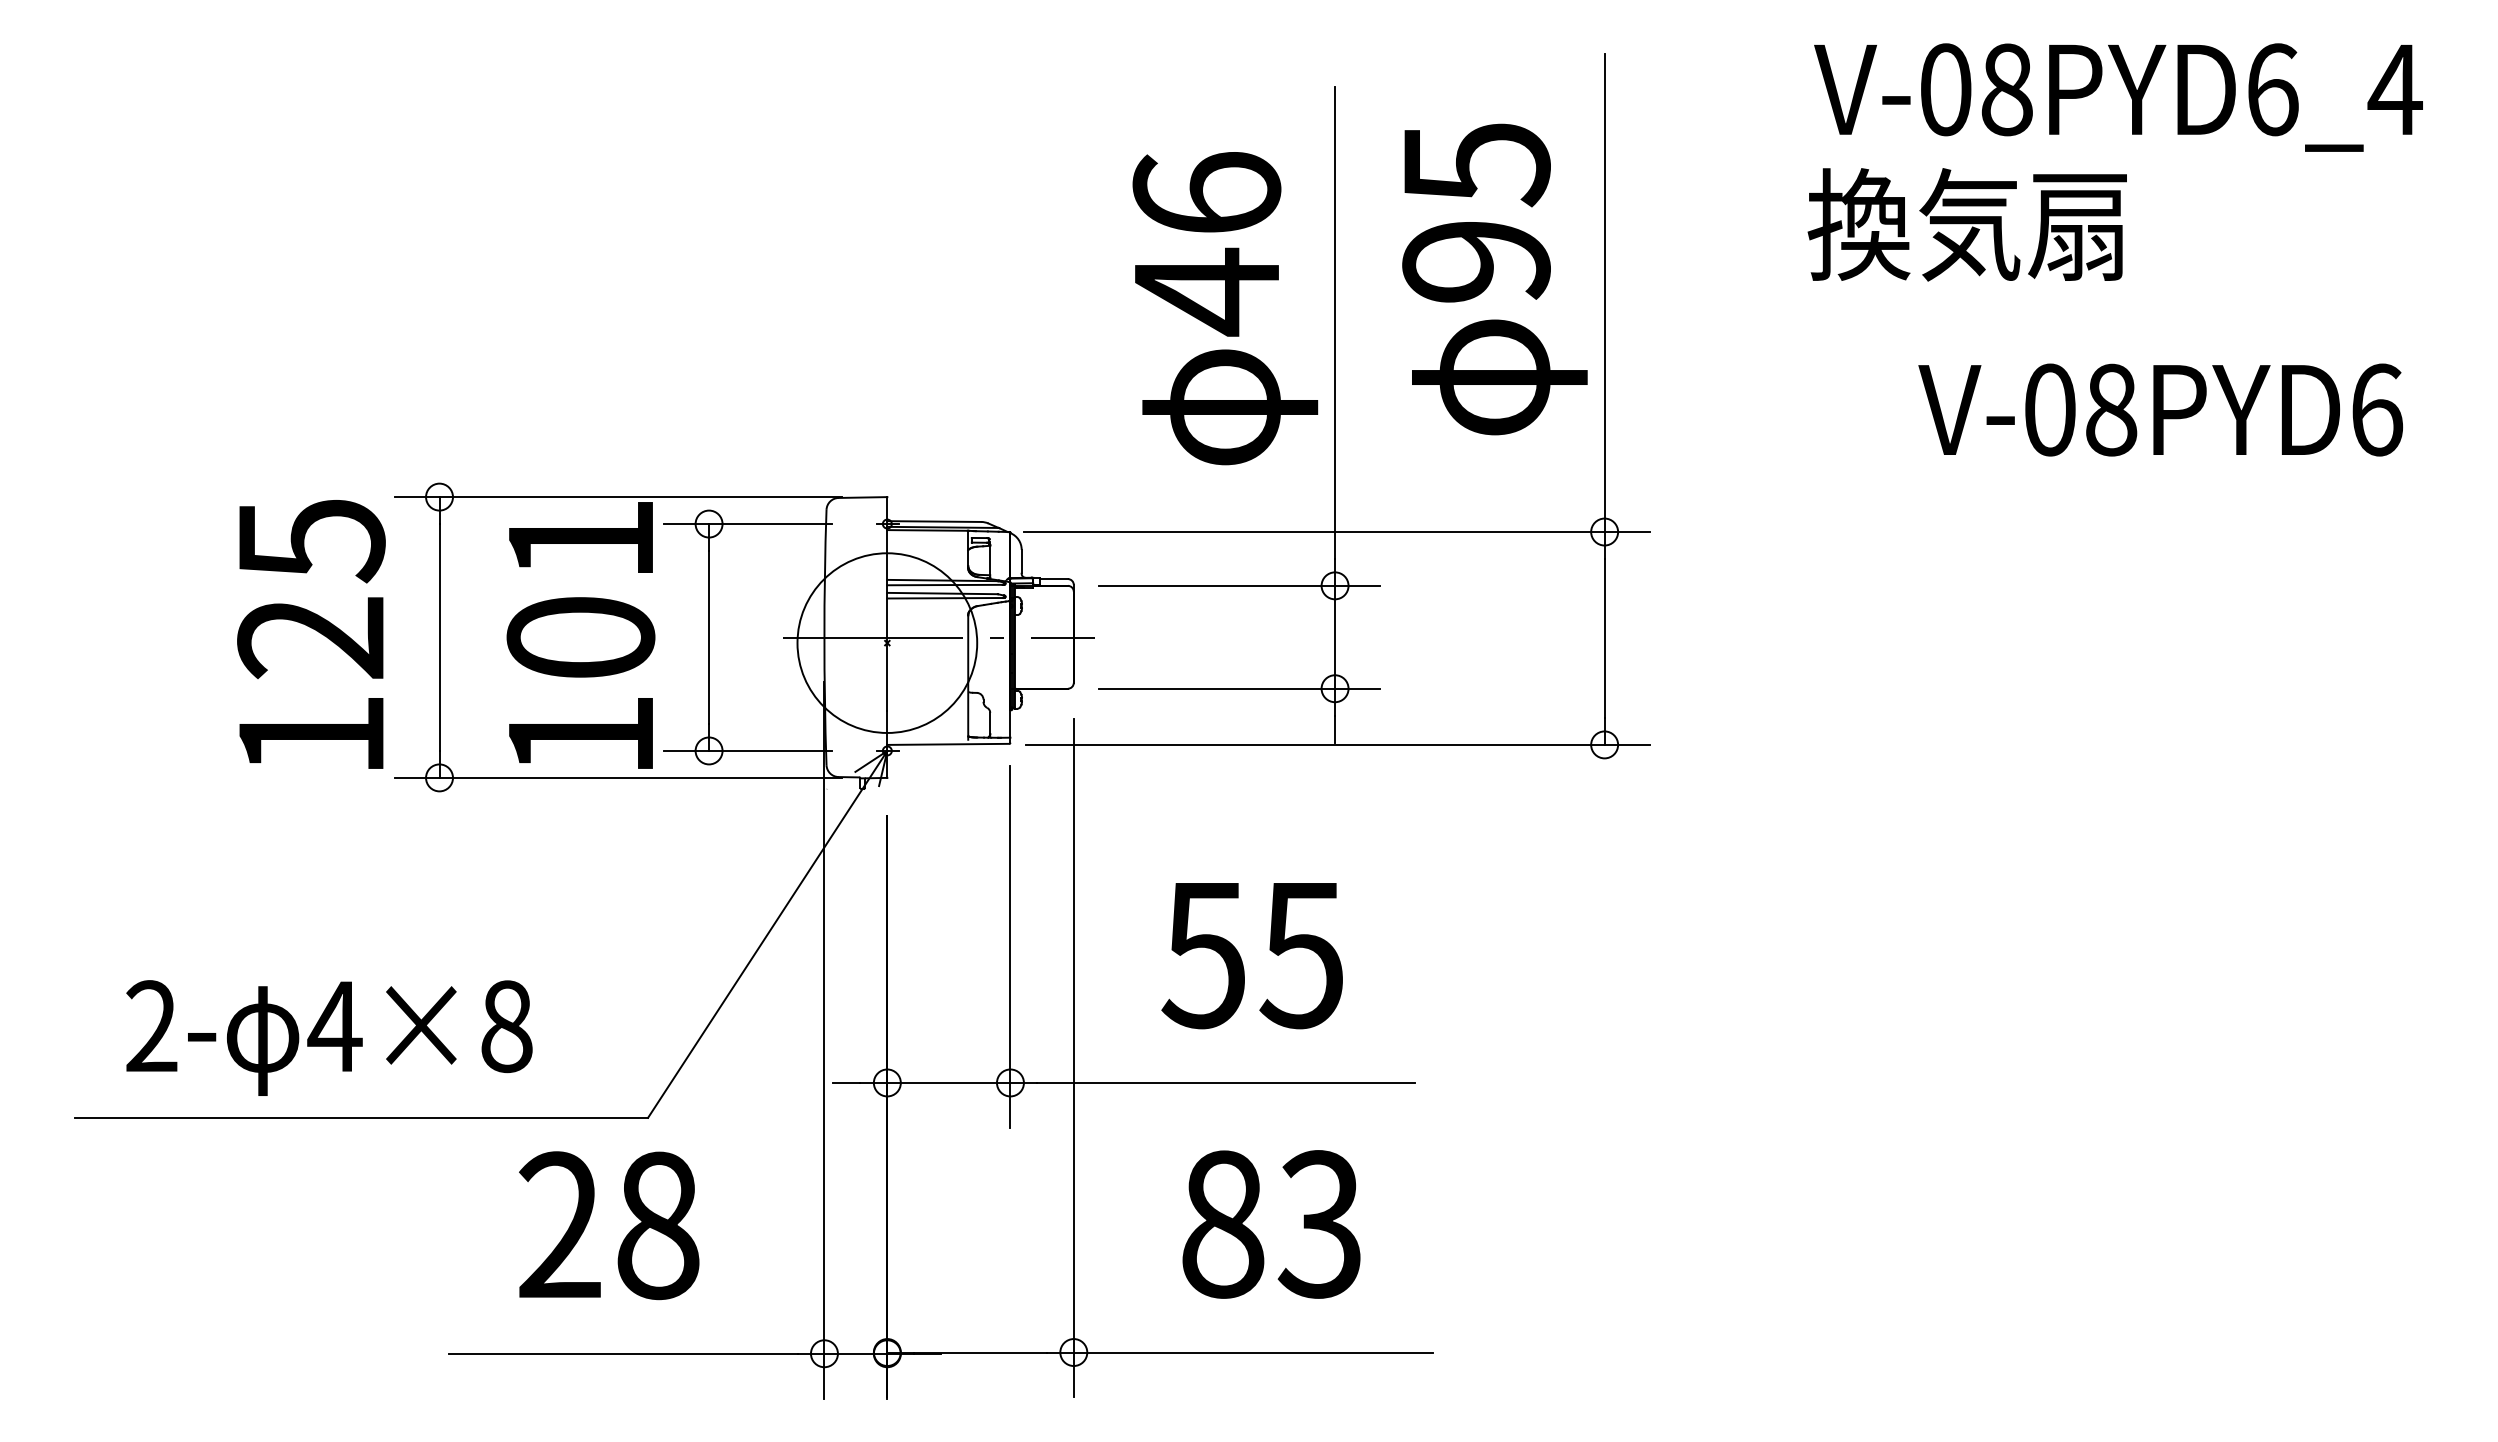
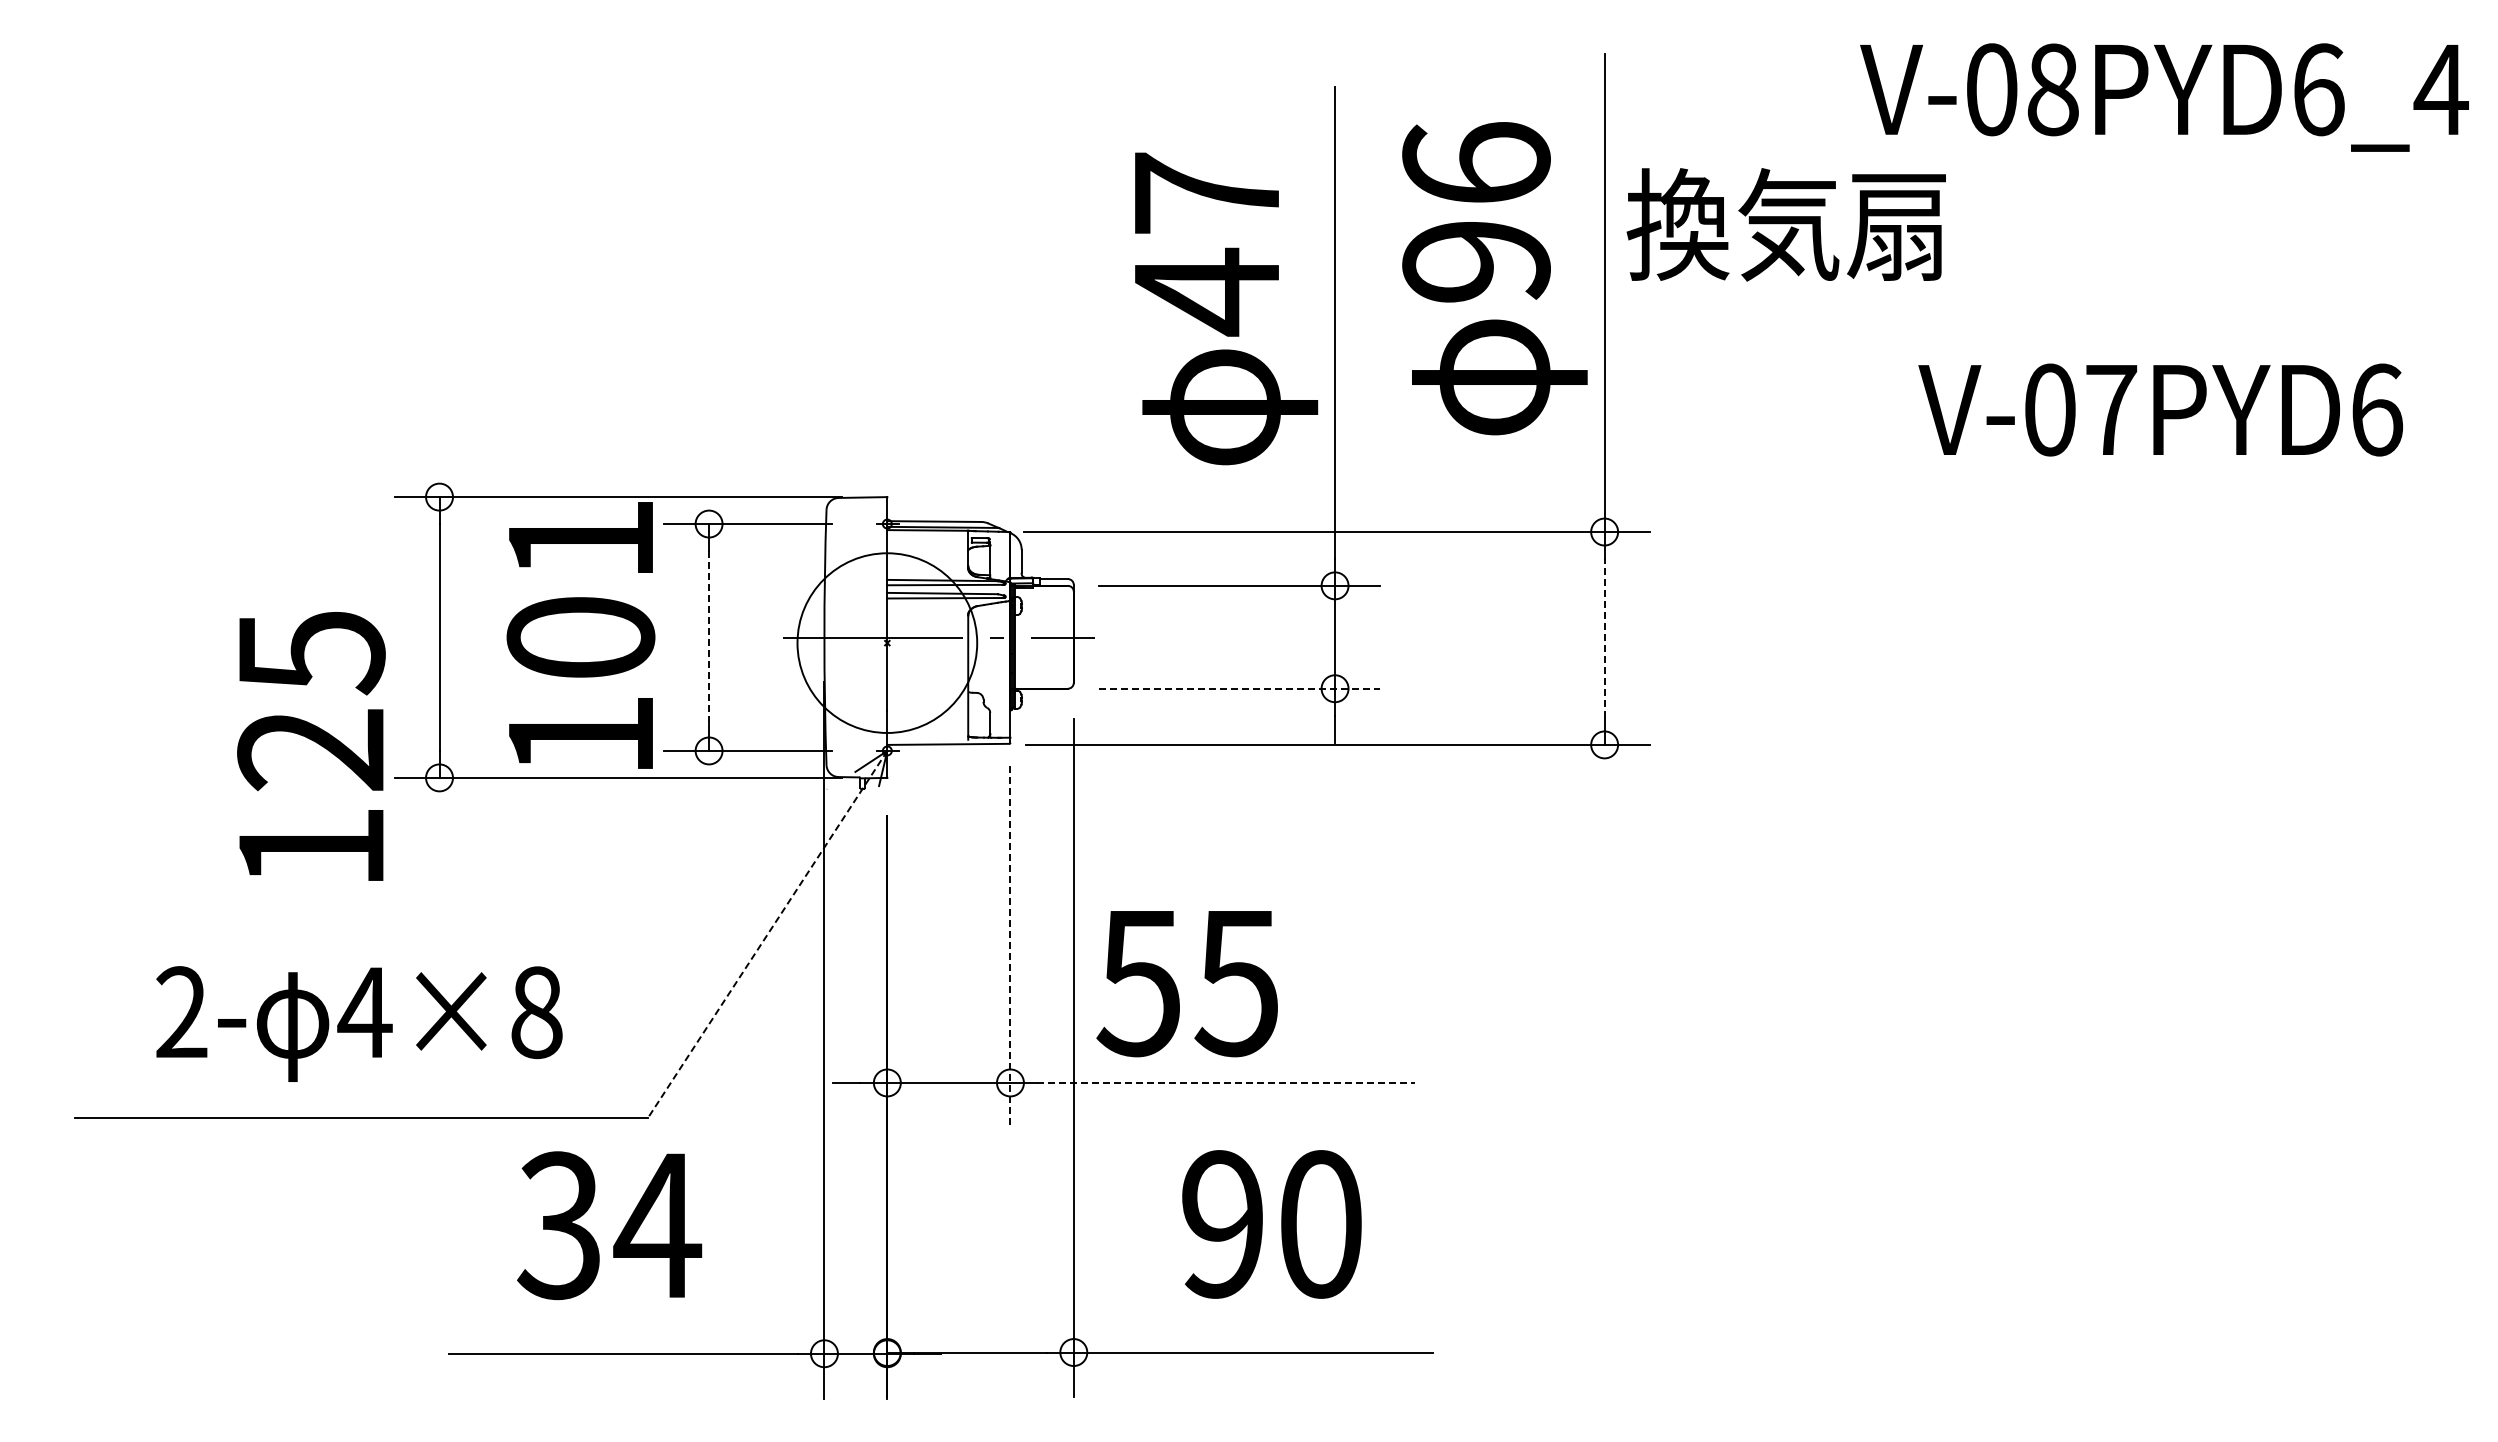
text at (2118, 97) position: (2118, 97) -> (2164, 97)
text at (1476, 164): 95 -> 96
text at (1206, 192): 46 -> 47
text at (1966, 224) position: (1966, 224) -> (1785, 224)
text at (2111, 409): V-08PYD6 -> V-07PYD6
text at (311, 634) position: (311, 634) -> (311, 746)
line at (1604, 637): solid -> dashed
line at (709, 638): solid -> dashed
line at (1239, 688): solid -> dashed
line at (767, 934): solid -> dashed
line at (1010, 947): solid -> dashed
text at (1251, 956) position: (1251, 956) -> (1186, 984)
text at (329, 1037) position: (329, 1037) -> (359, 1023)
line at (1226, 1082): solid -> dashed
text at (1271, 1224): 83 -> 90
text at (609, 1225): 28 -> 34
